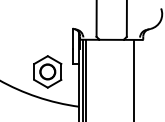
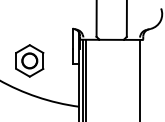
part at (47, 71) position: (47, 71) -> (29, 60)
line at (133, 78) position: (133, 78) -> (139, 78)
